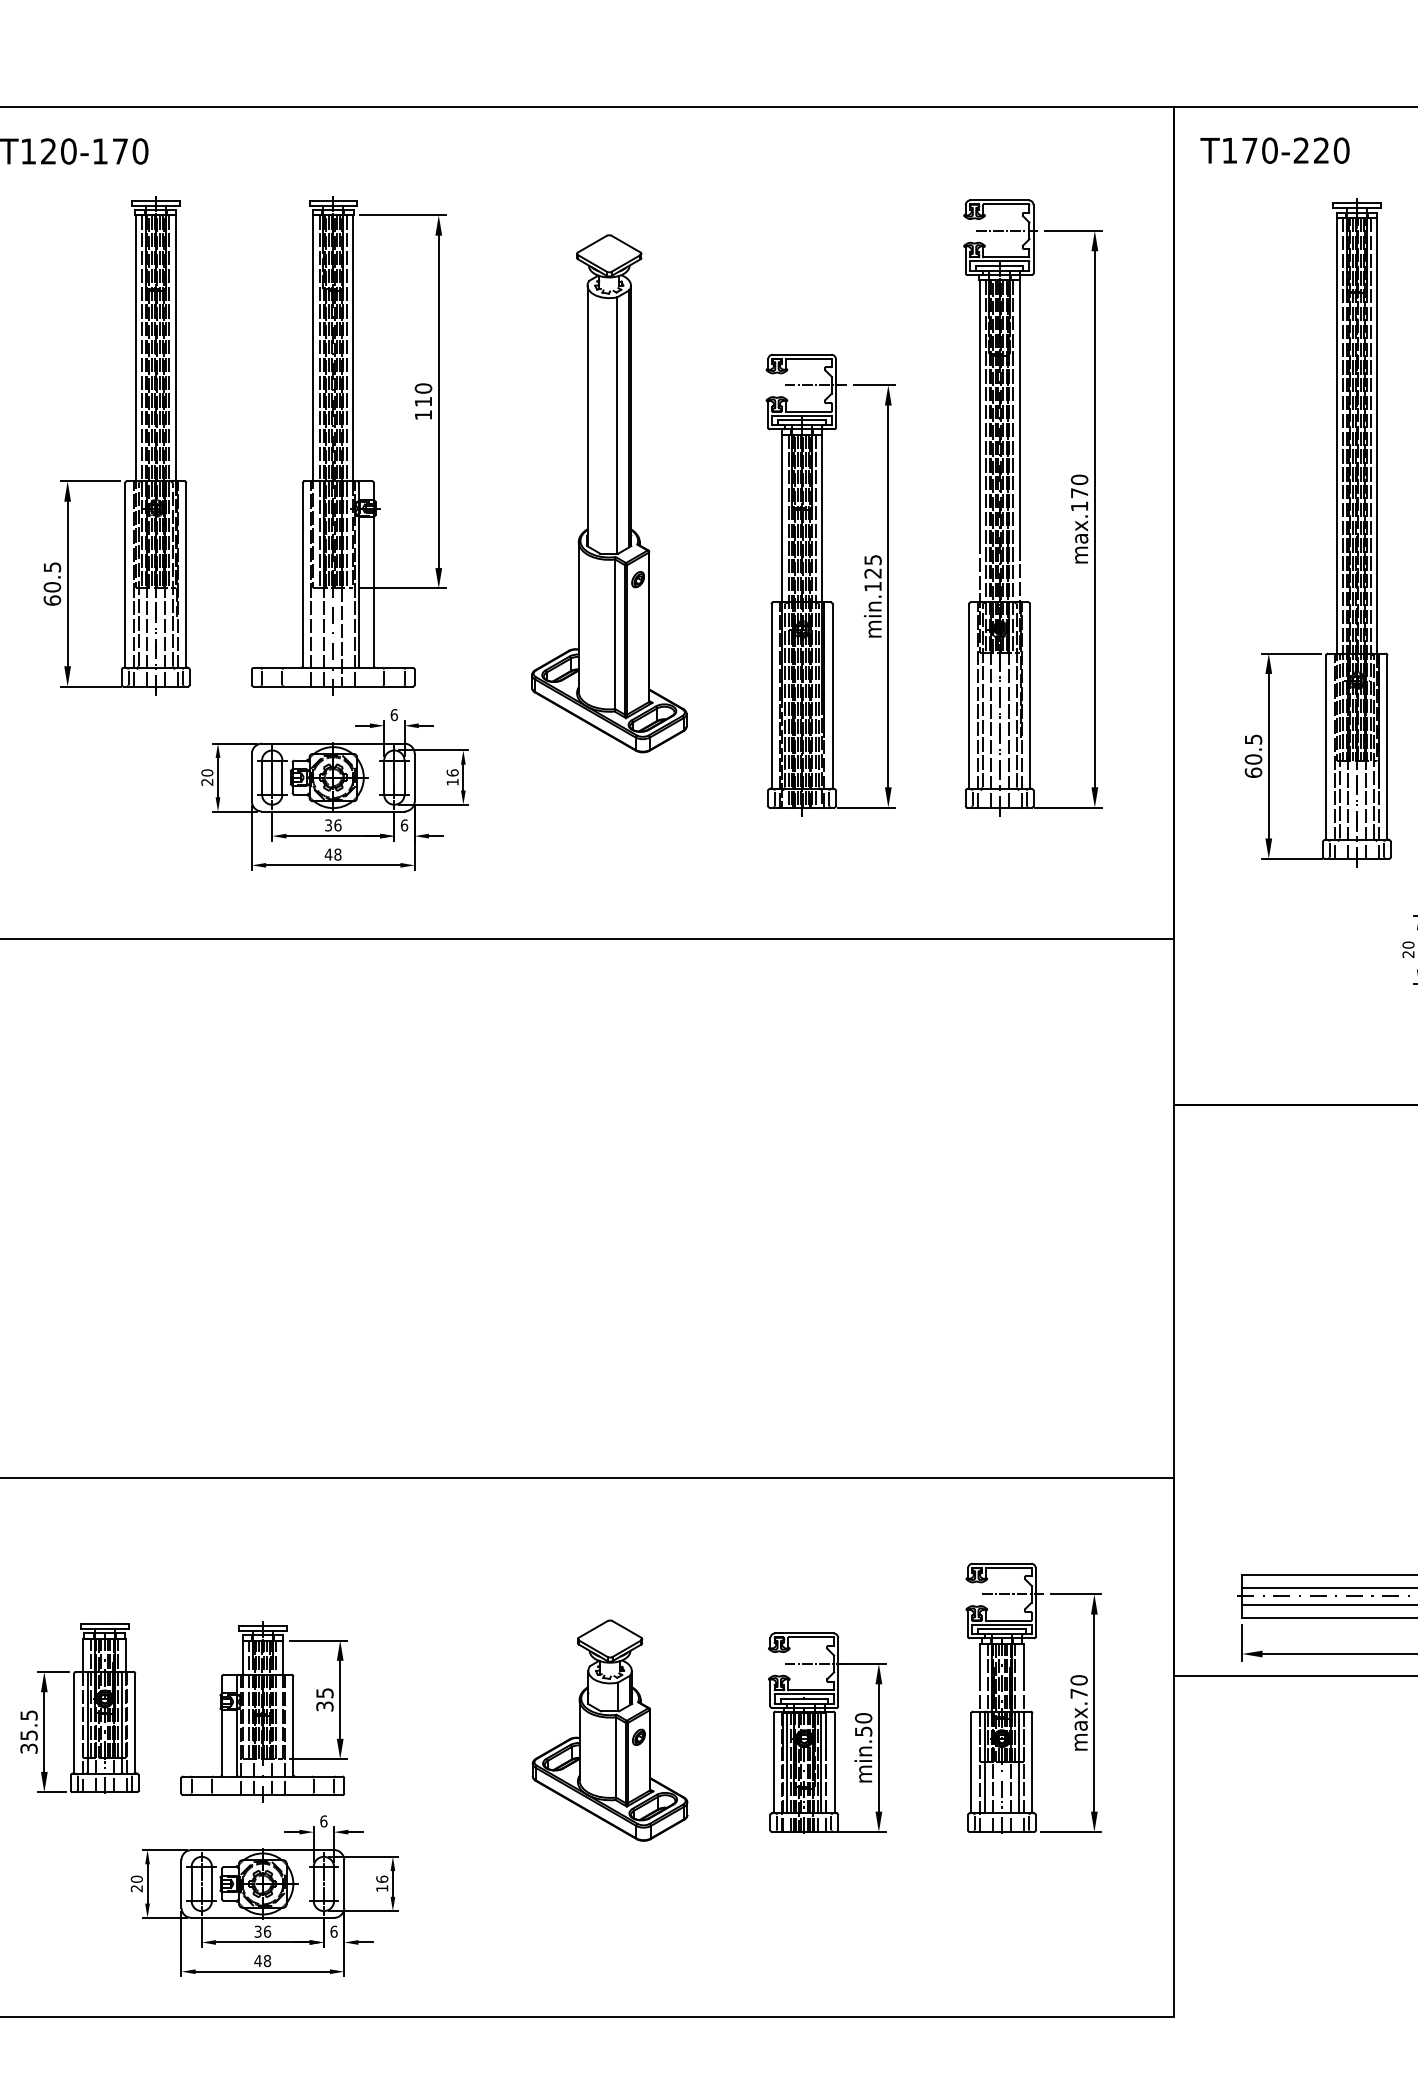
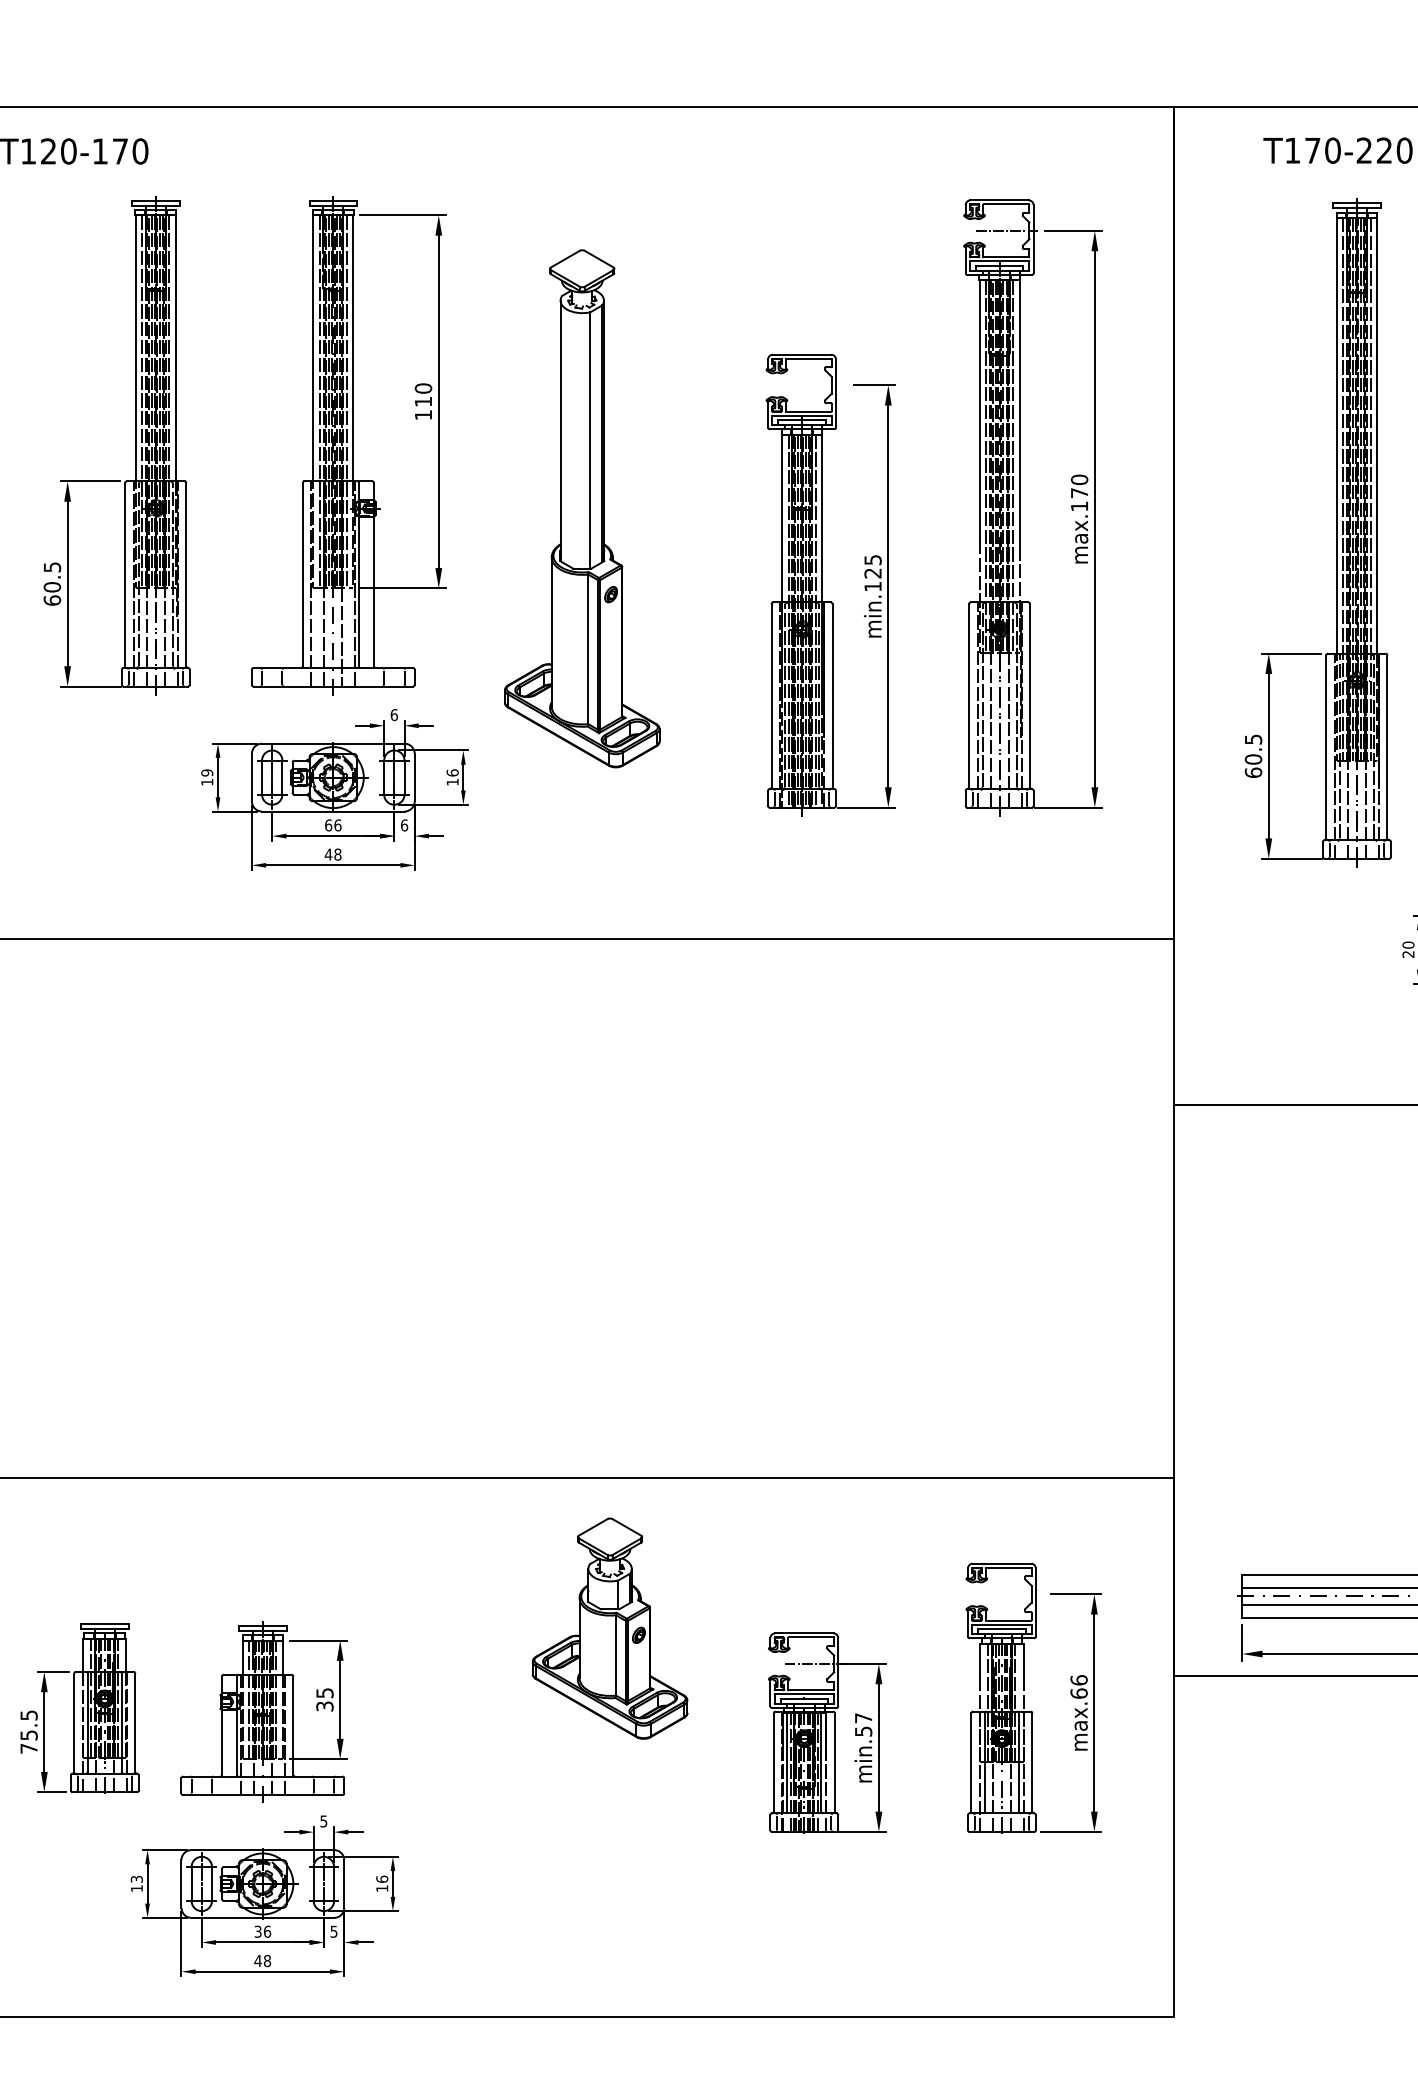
text at (1274, 150) position: (1274, 150) -> (1337, 150)
line at (815, 385): present -> none
part at (609, 493) position: (609, 493) -> (582, 508)
text at (207, 777): 20 -> 19
text at (328, 825): 36 -> 66
line at (1013, 1594): present -> none
text at (1078, 1686): max.70 -> max.66
text at (863, 1718): min.50 -> min.57
part at (609, 1730) position: (609, 1730) -> (609, 1628)
text at (28, 1748): 35.5 -> 75.5
text at (323, 1821): 6 -> 5
text at (136, 1883): 20 -> 13
text at (333, 1931): 6 -> 5
